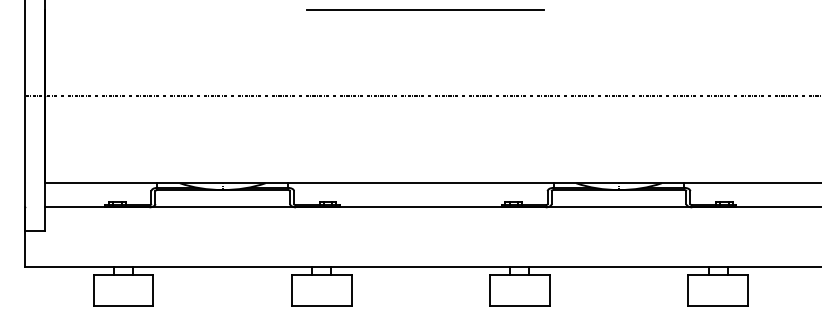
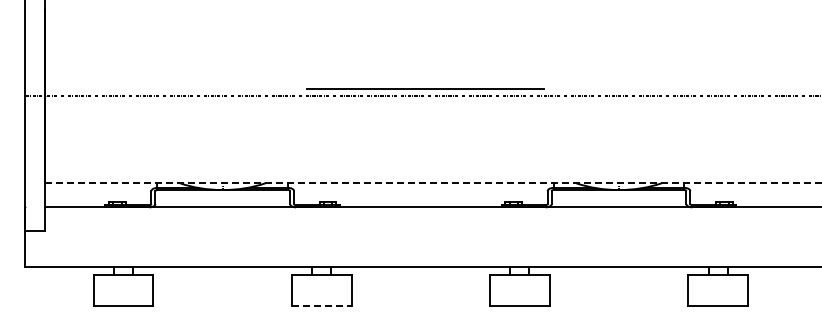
line at (425, 9) position: (425, 9) -> (425, 88)
line at (433, 183): solid -> dashed
line at (321, 306): solid -> dashed
